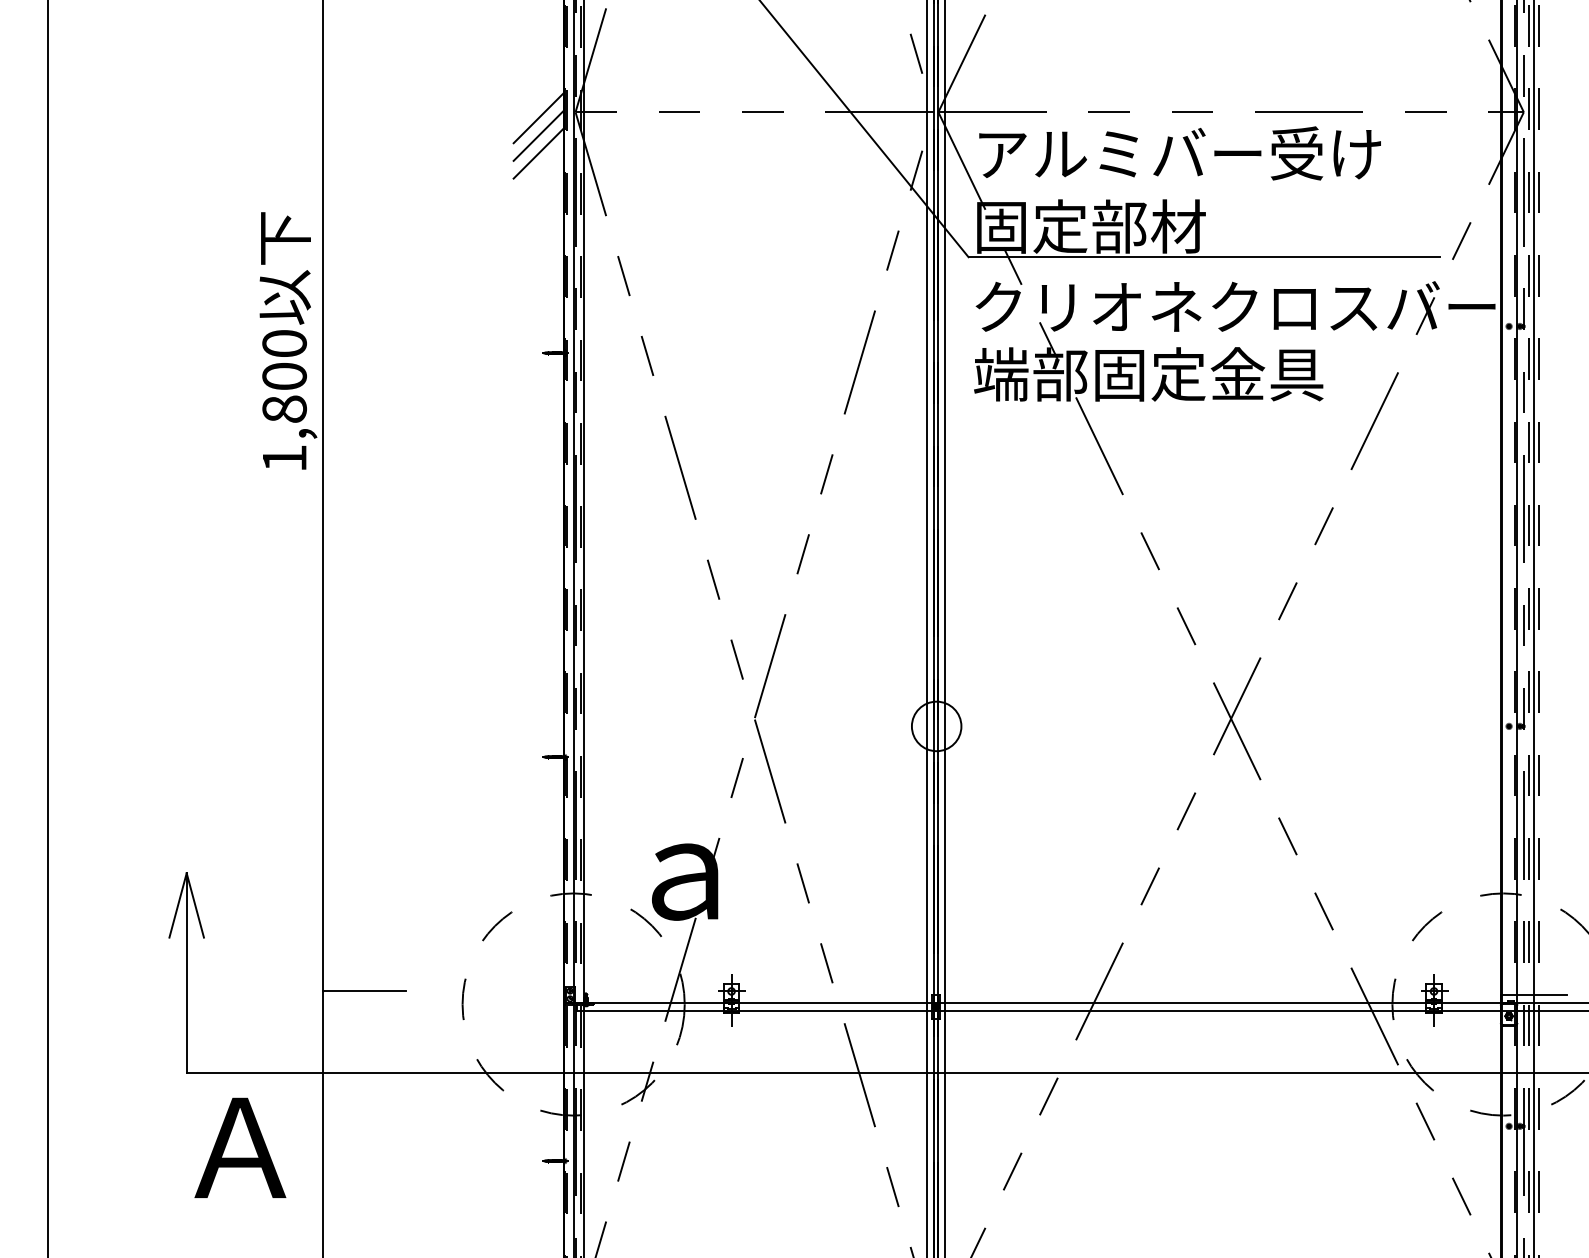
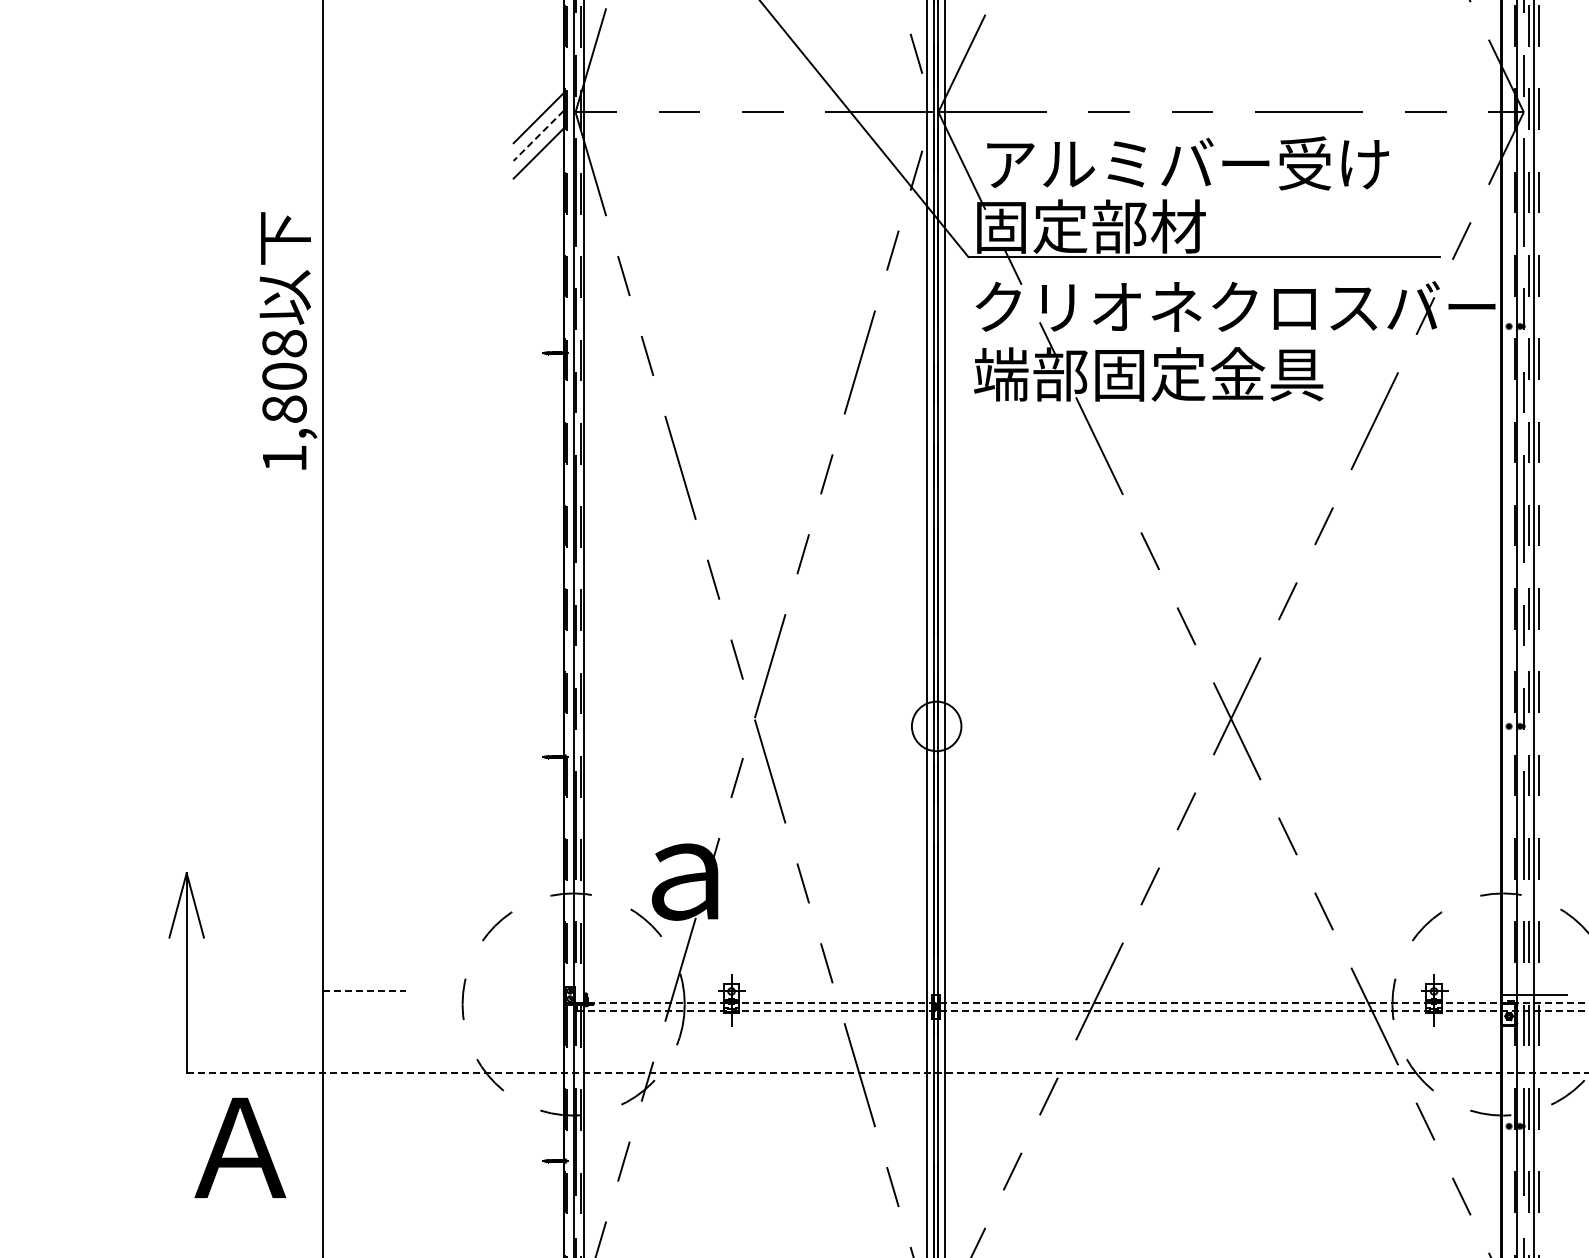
line at (538, 136): solid -> dashed
text at (1179, 153) position: (1179, 153) -> (1187, 163)
text at (284, 343): 1,800 -> 1,808
line at (47, 628): present -> none
line at (364, 991): solid -> dashed
line at (1082, 1002): solid -> dashed
line at (1082, 1010): solid -> dashed
line at (888, 1073): solid -> dashed
